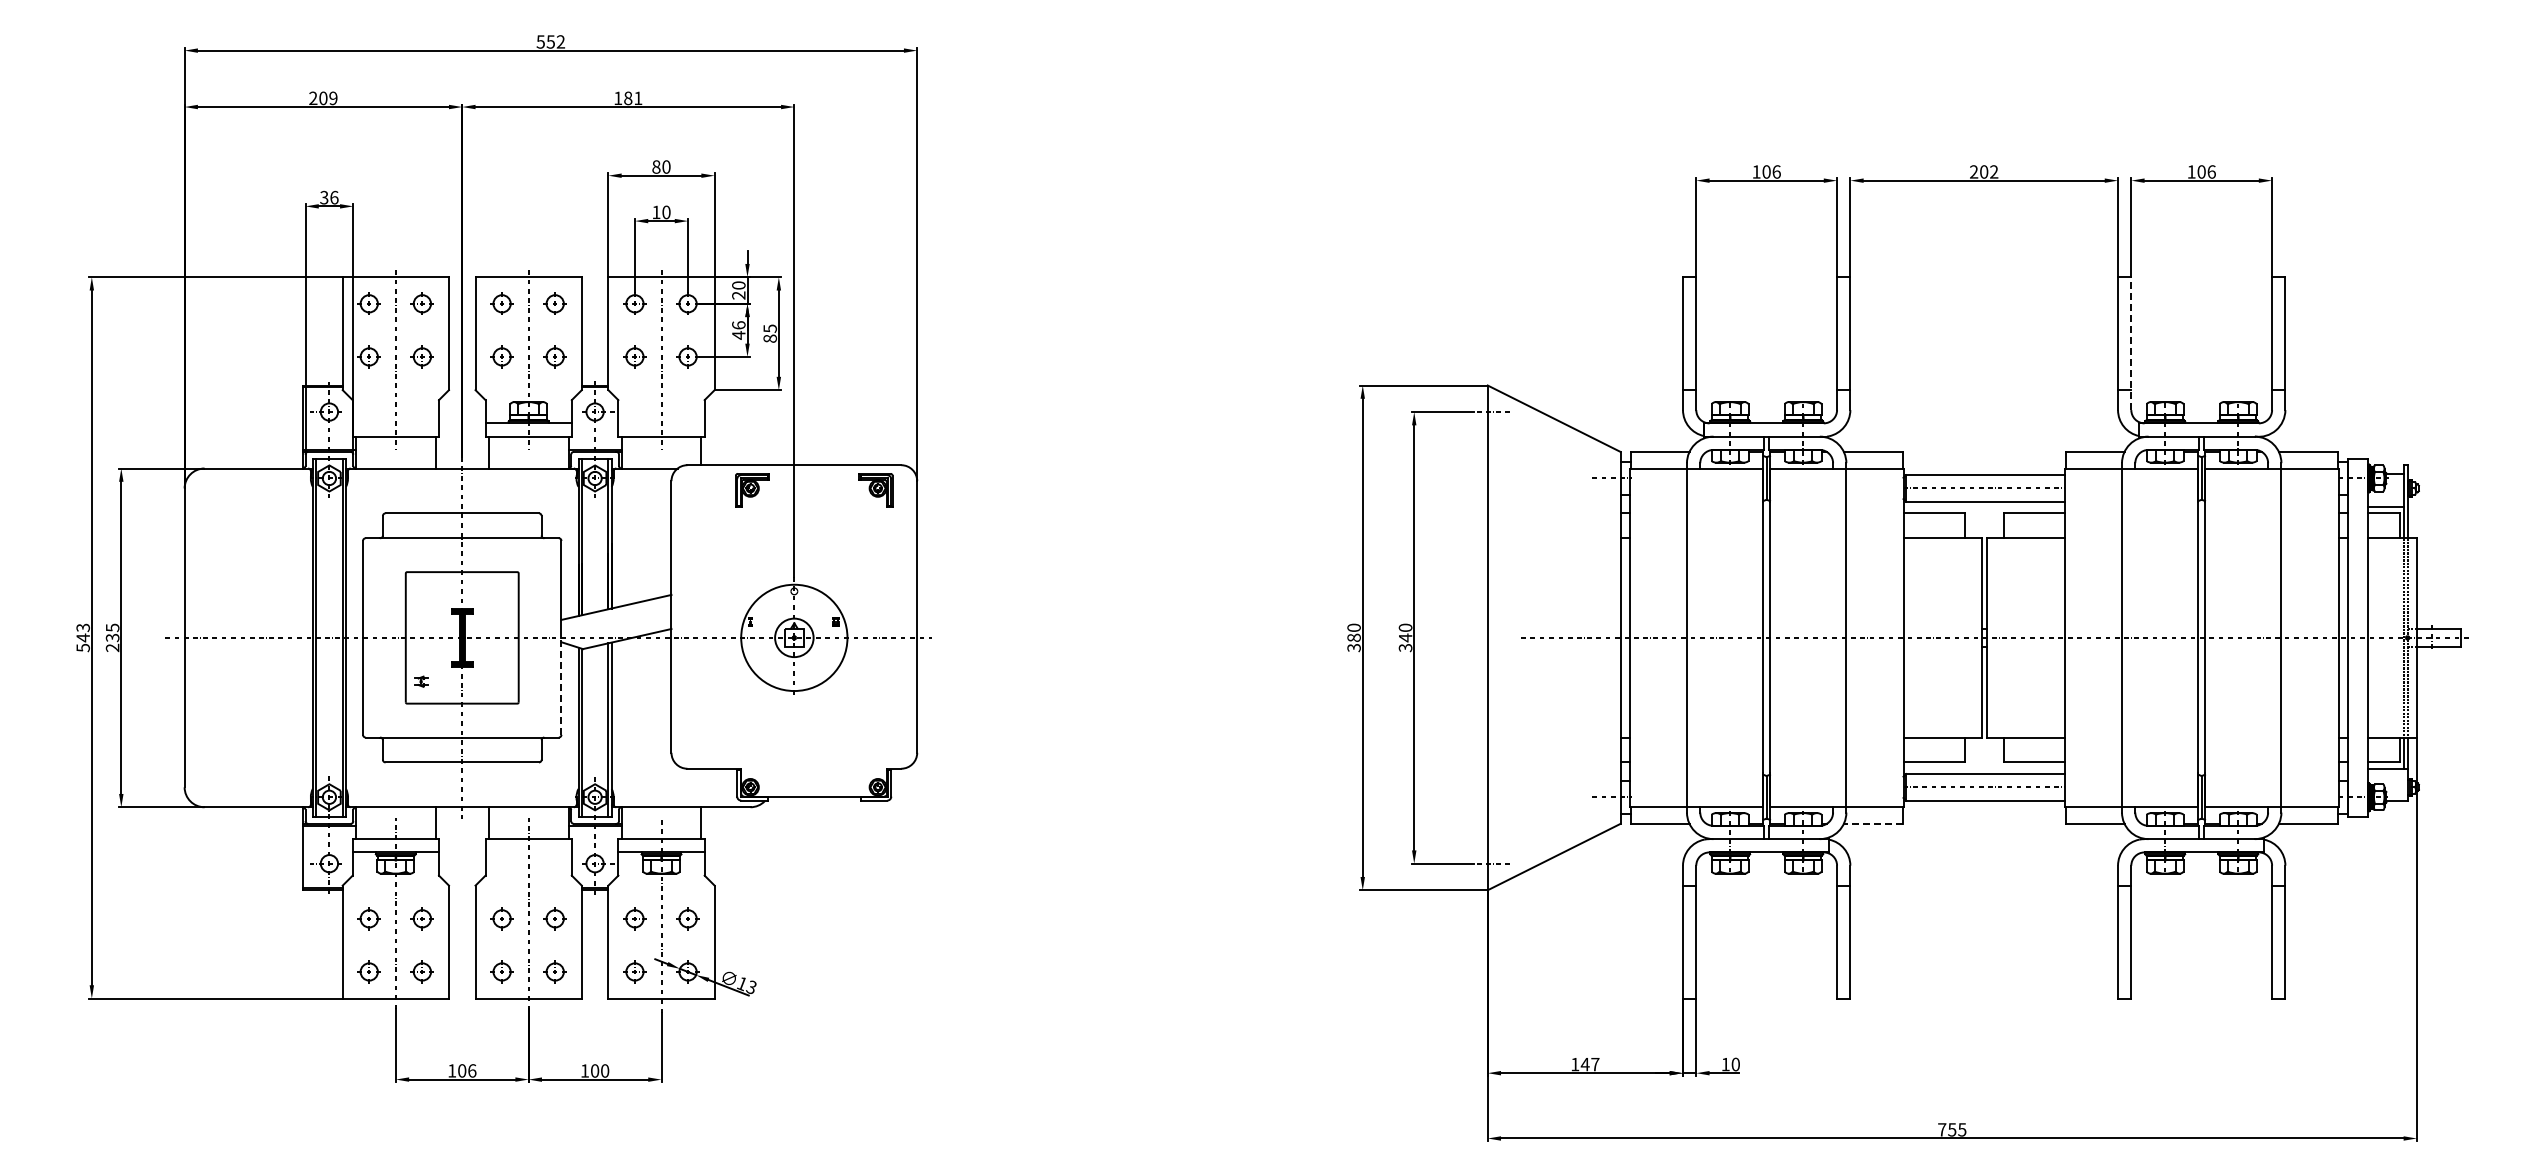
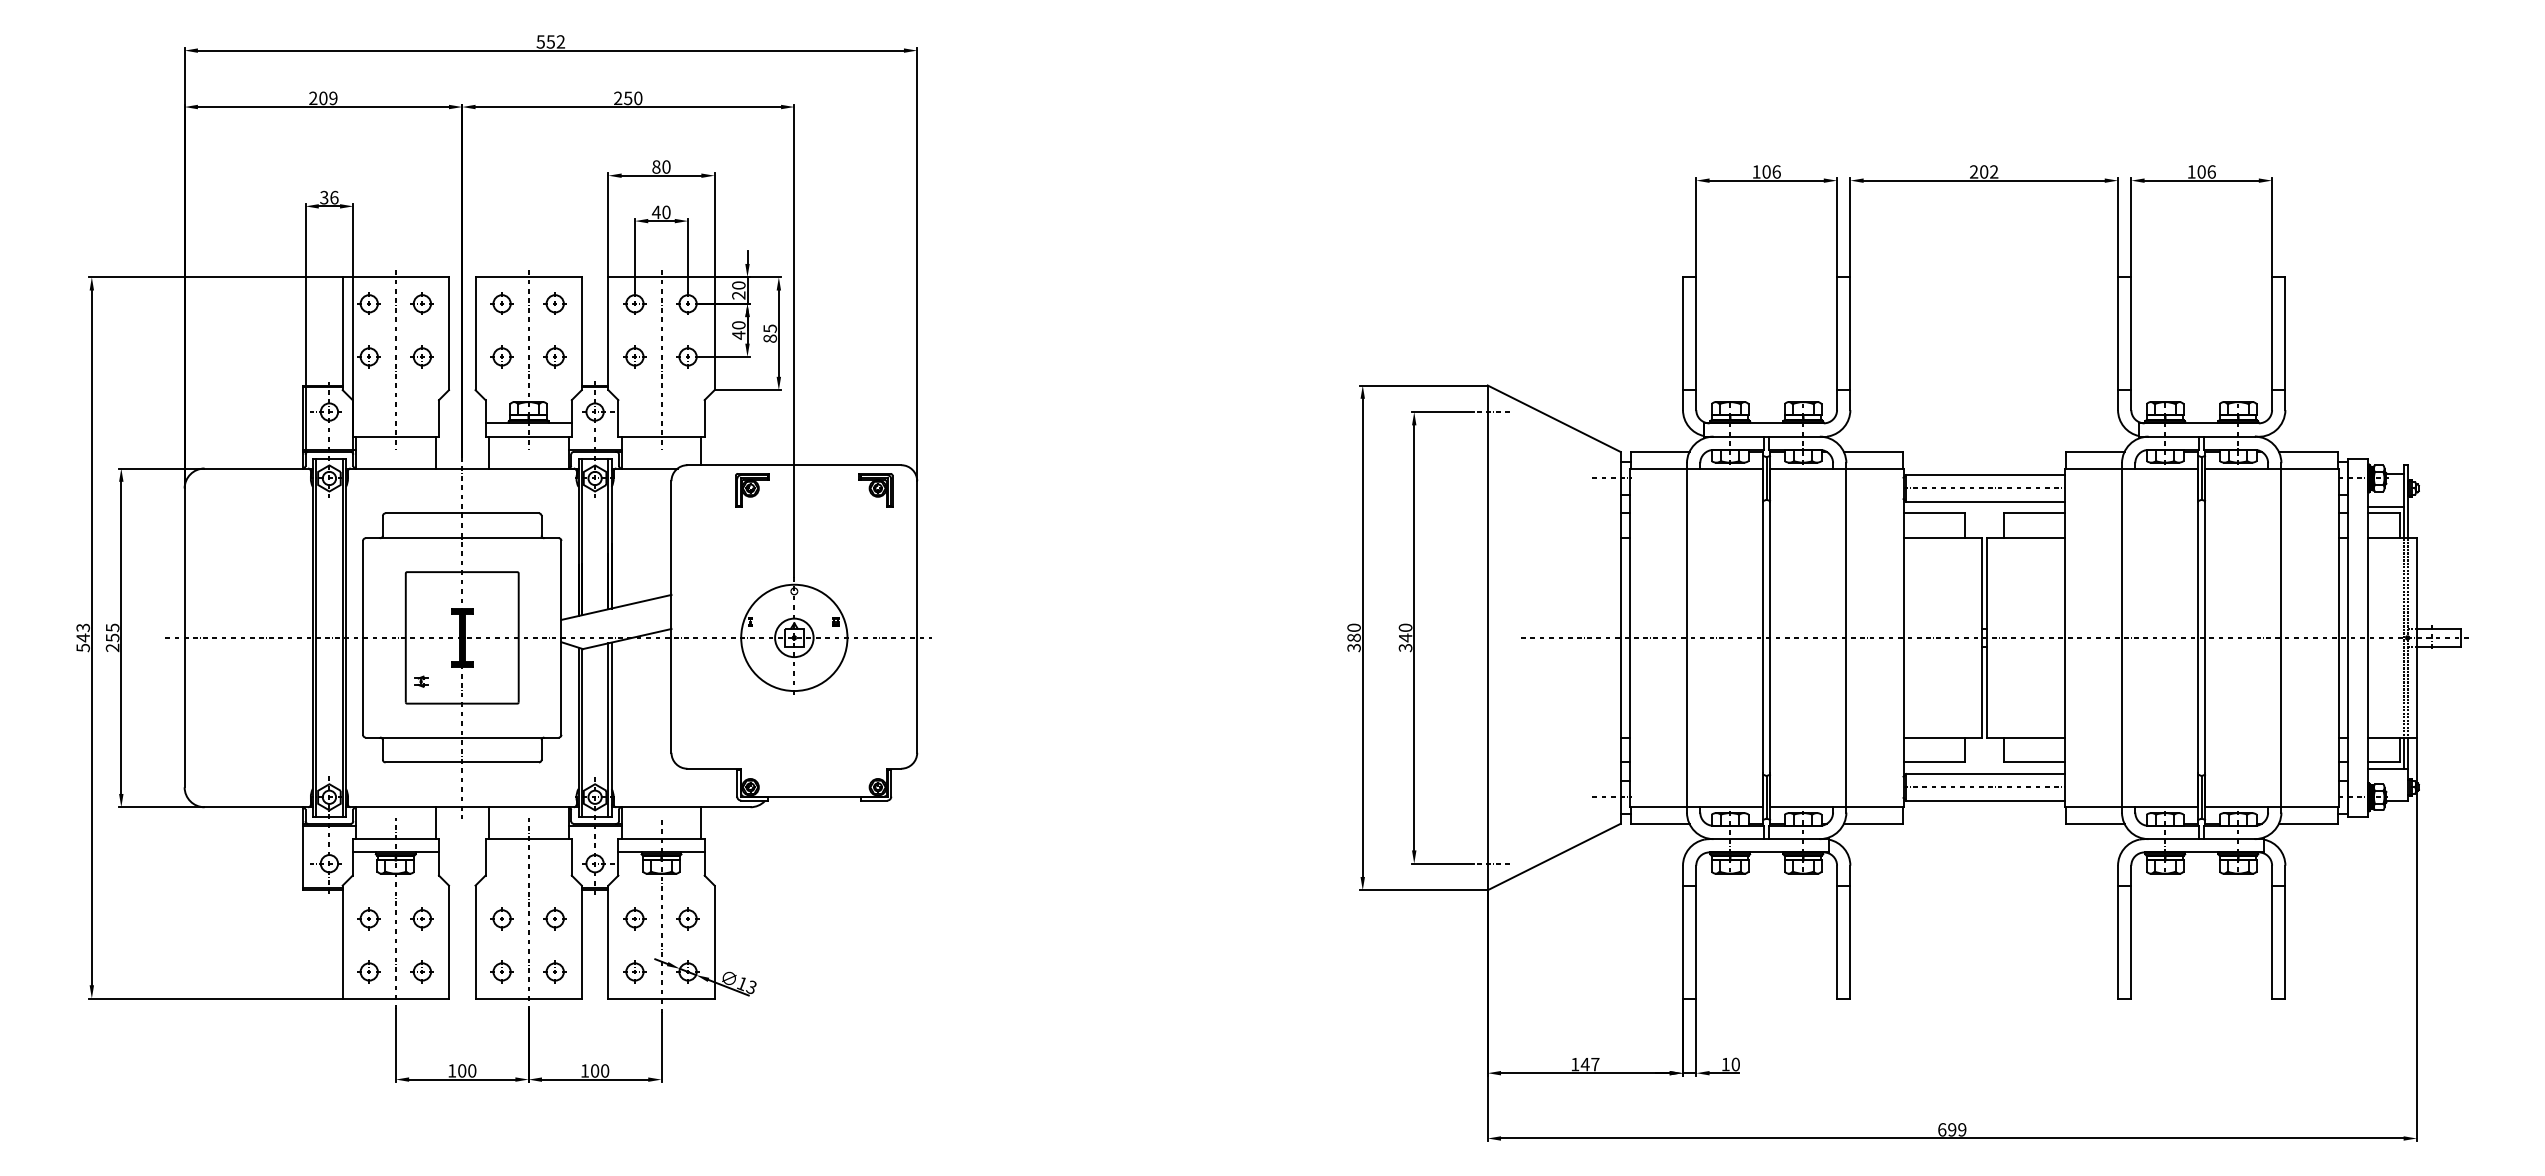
text at (628, 98): 181 -> 250
text at (655, 211): 10 -> 40
text at (738, 325): 46 -> 40
line at (2131, 343): dashed -> solid
text at (111, 637): 235 -> 255
line at (561, 685): dashed -> solid
line at (1872, 823): dashed -> solid
text at (472, 1070): 106 -> 100
text at (1952, 1129): 755 -> 699
